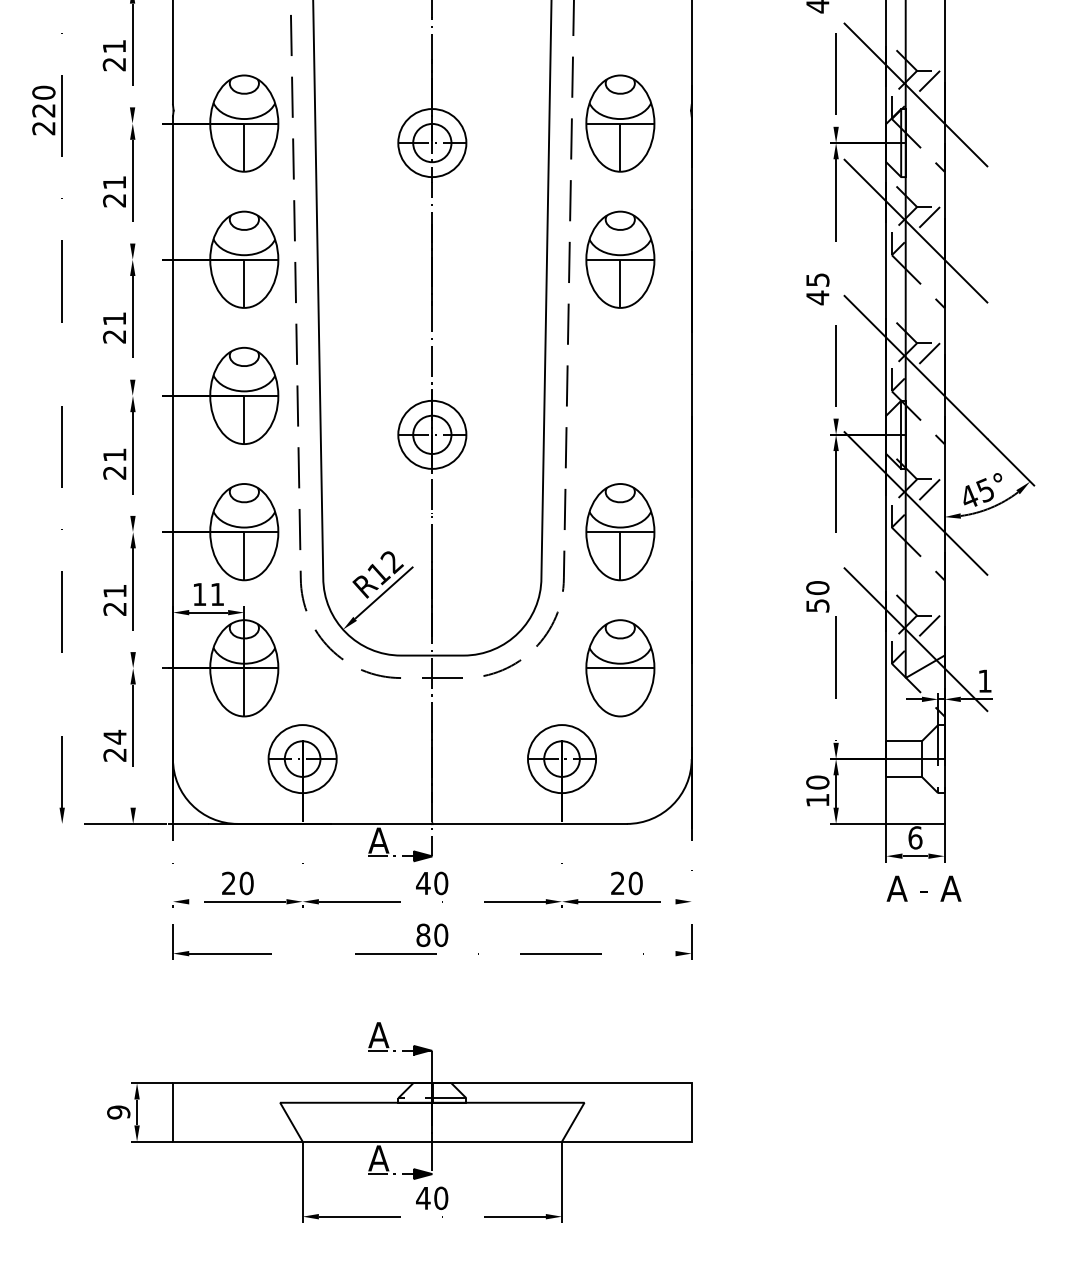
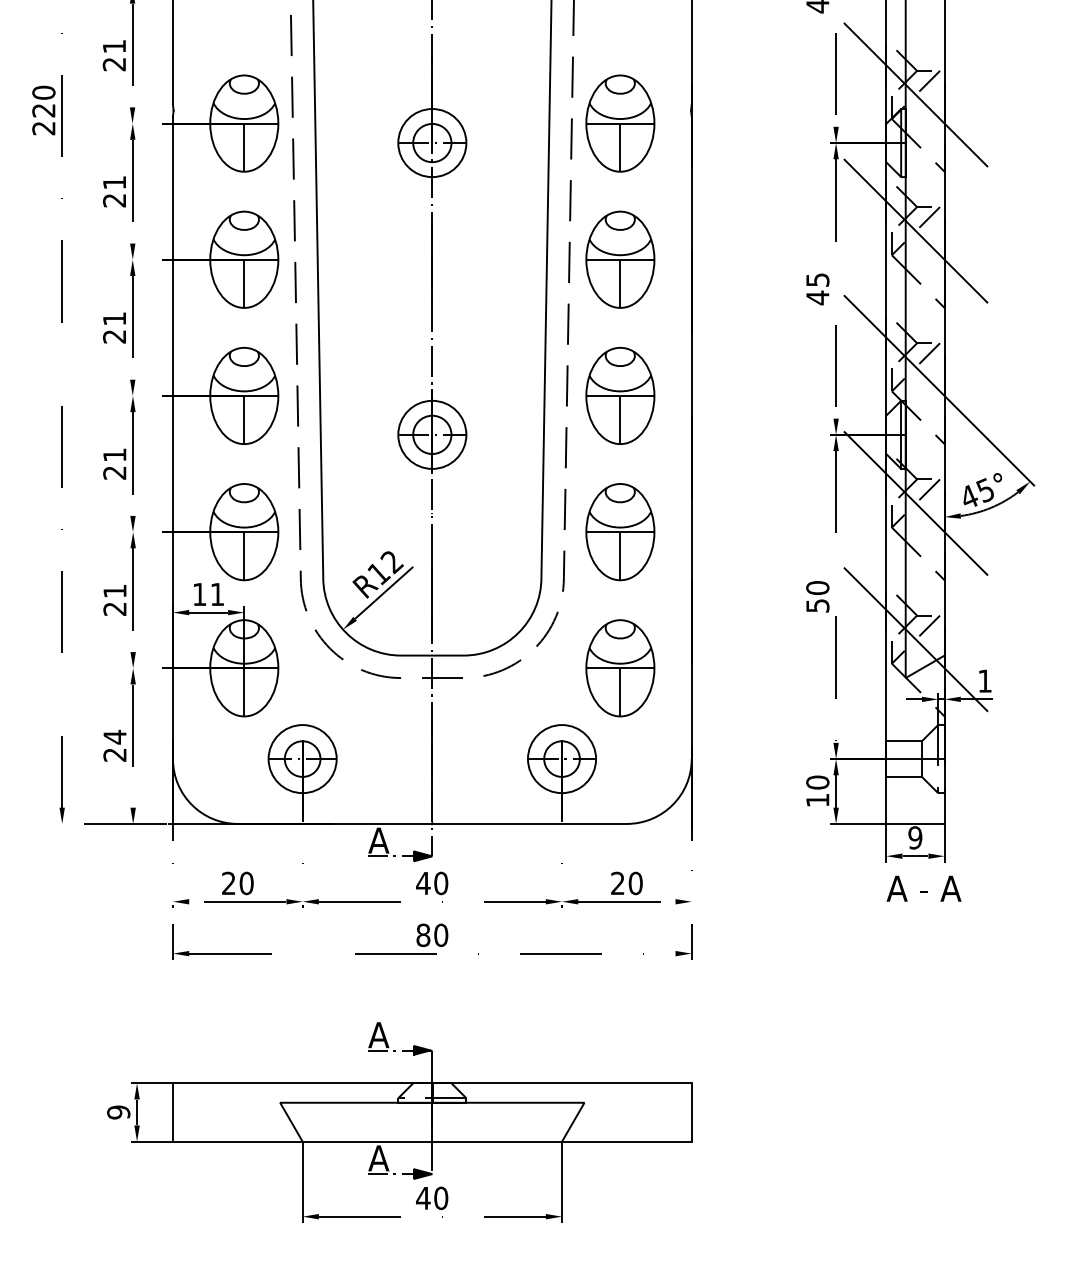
part at (620, 395): none -> present
line at (620, 692): none -> present
text at (915, 837): 6 -> 9
